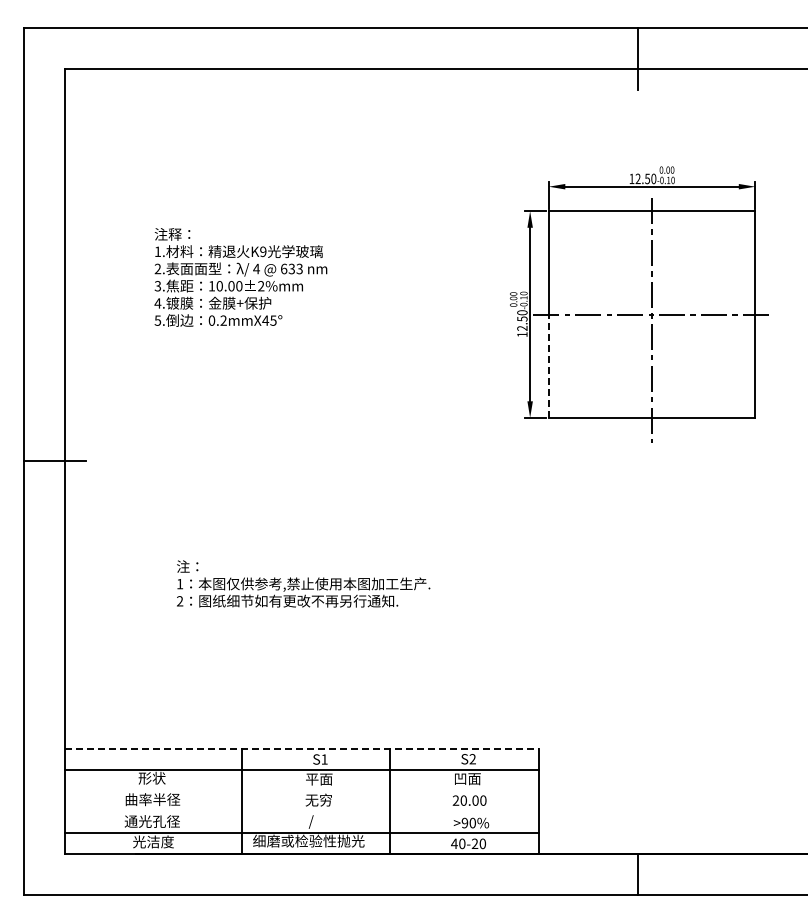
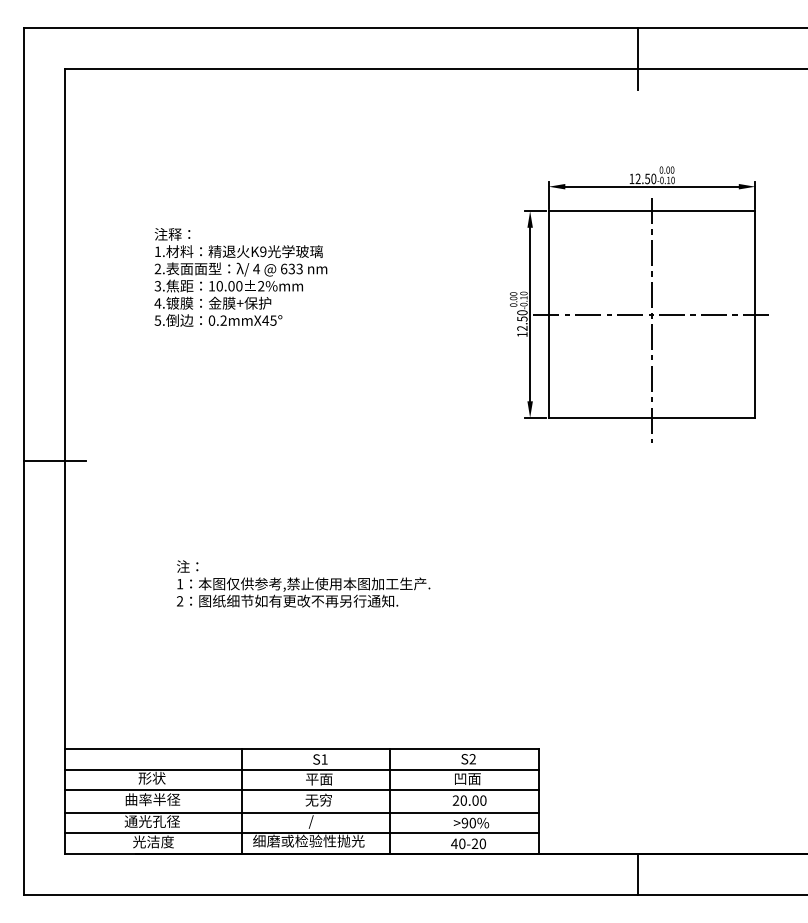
line at (548, 366): dashed -> solid
line at (302, 749): dashed -> solid
line at (302, 790): none -> present
line at (302, 812): none -> present
